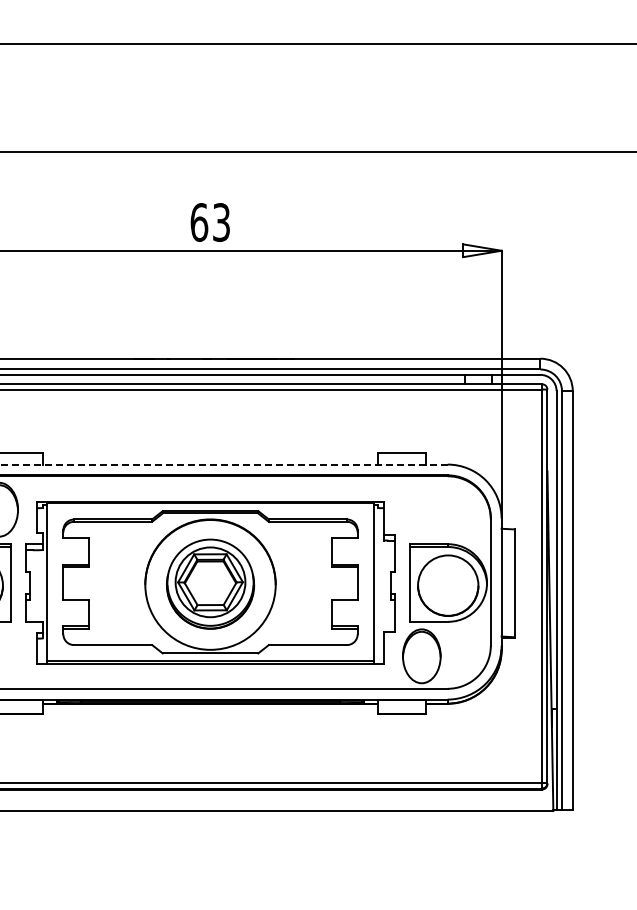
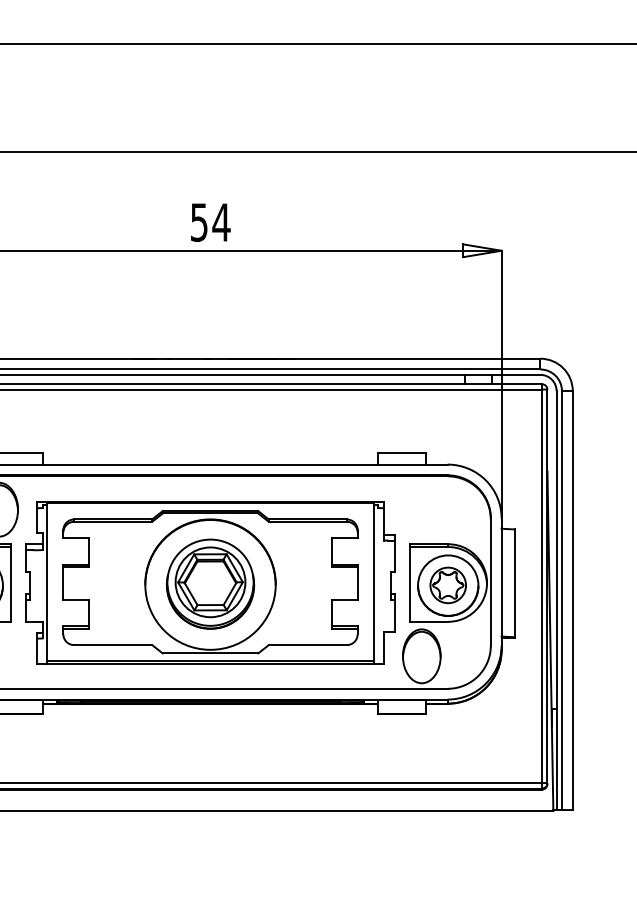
text at (210, 222): 63 -> 54
line at (224, 464): dashed -> solid
part at (447, 585): none -> present
